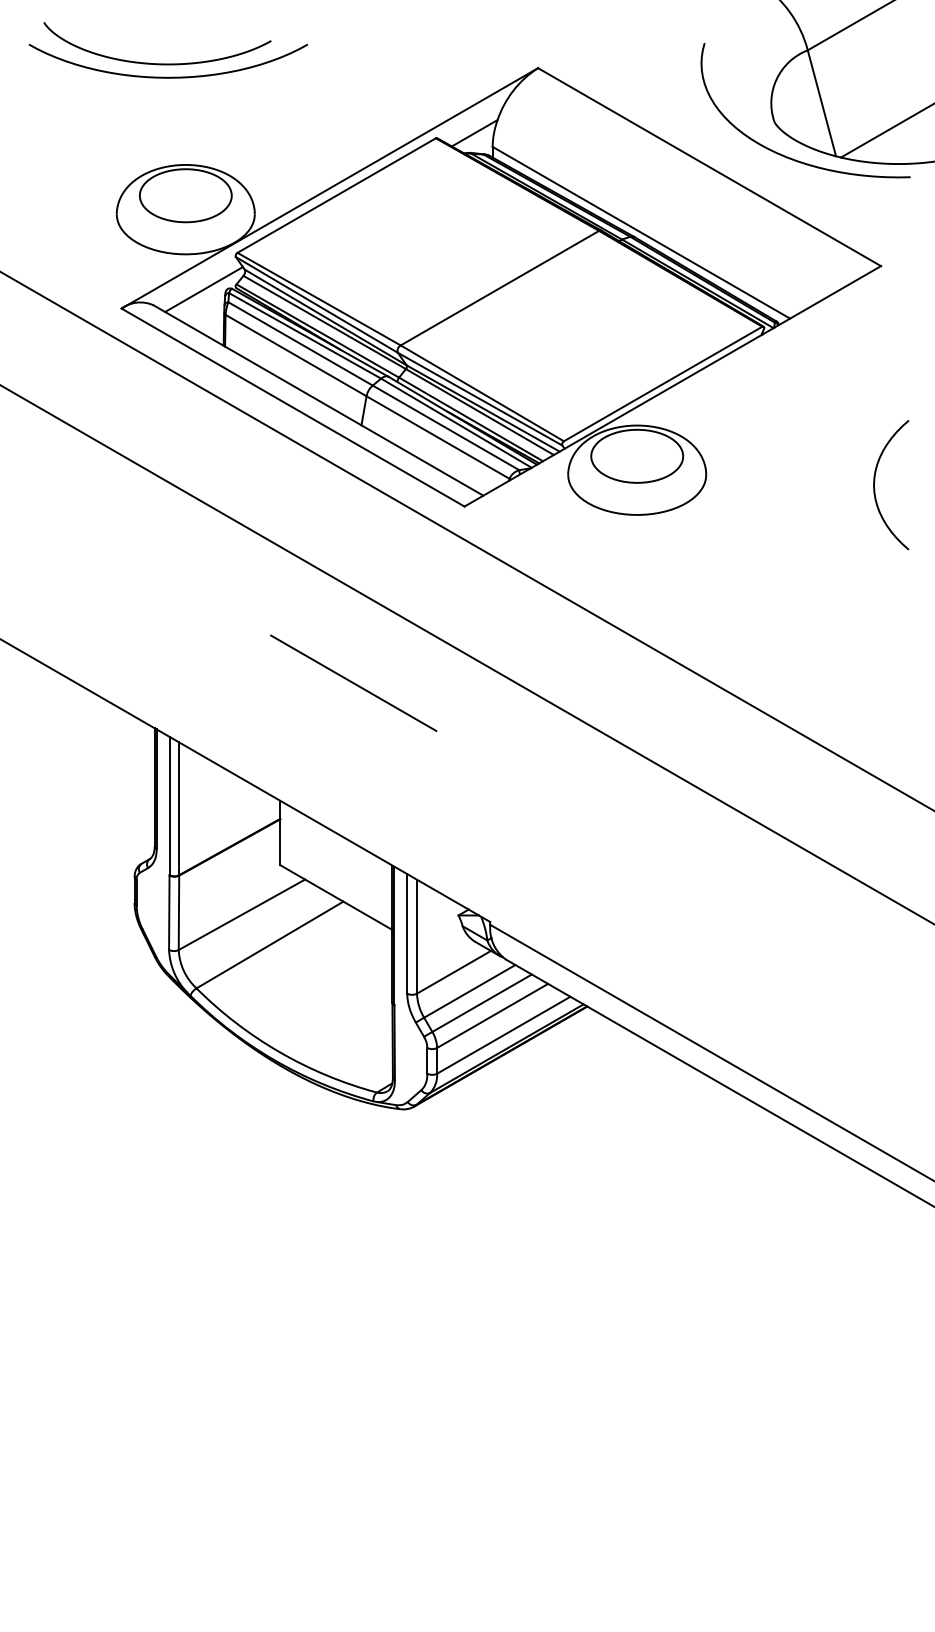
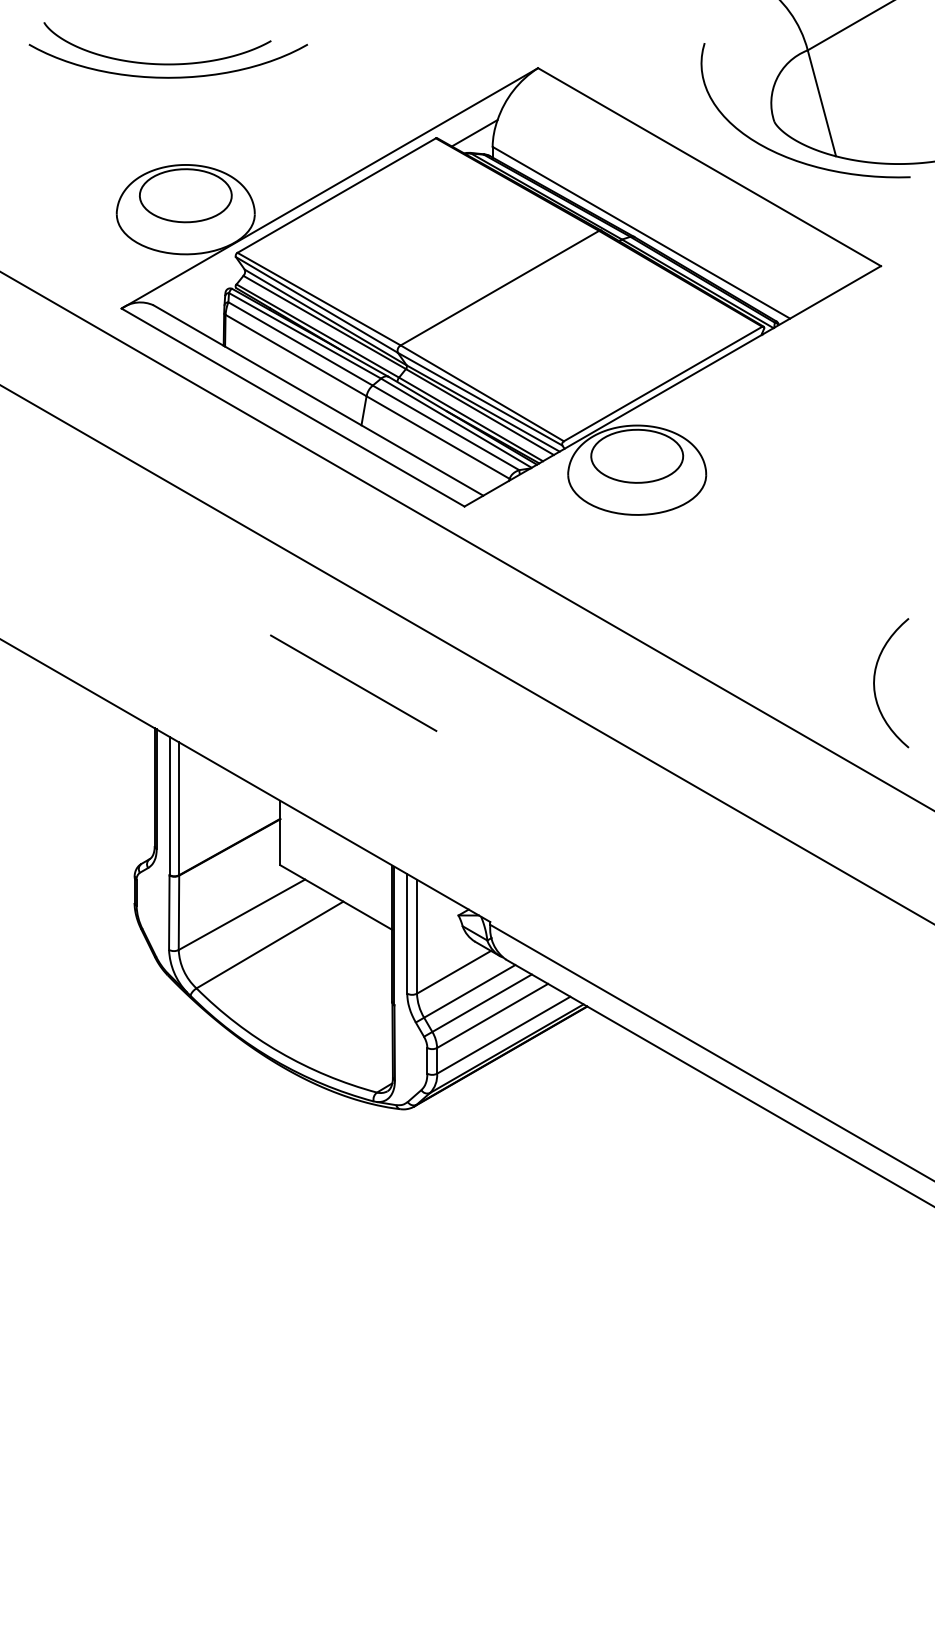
line at (886, 131): present -> none
line at (203, 289): present -> none
curve at (875, 488) position: (875, 488) -> (875, 686)
